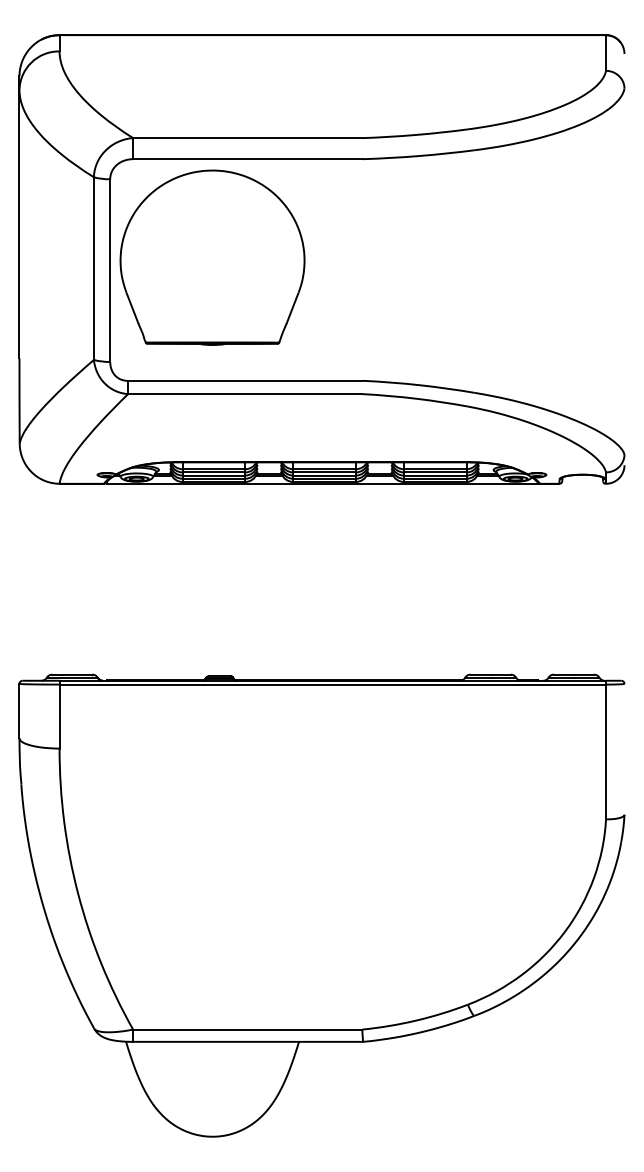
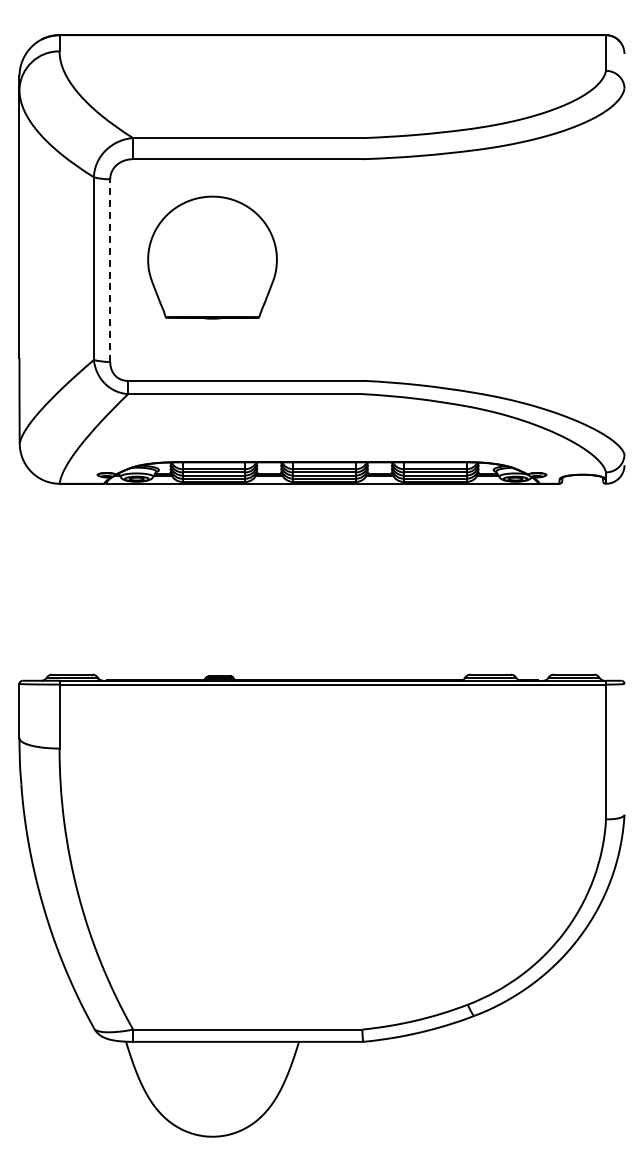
part at (212, 257) size: 187x177 px -> 131x125 px
line at (110, 270): solid -> dashed
